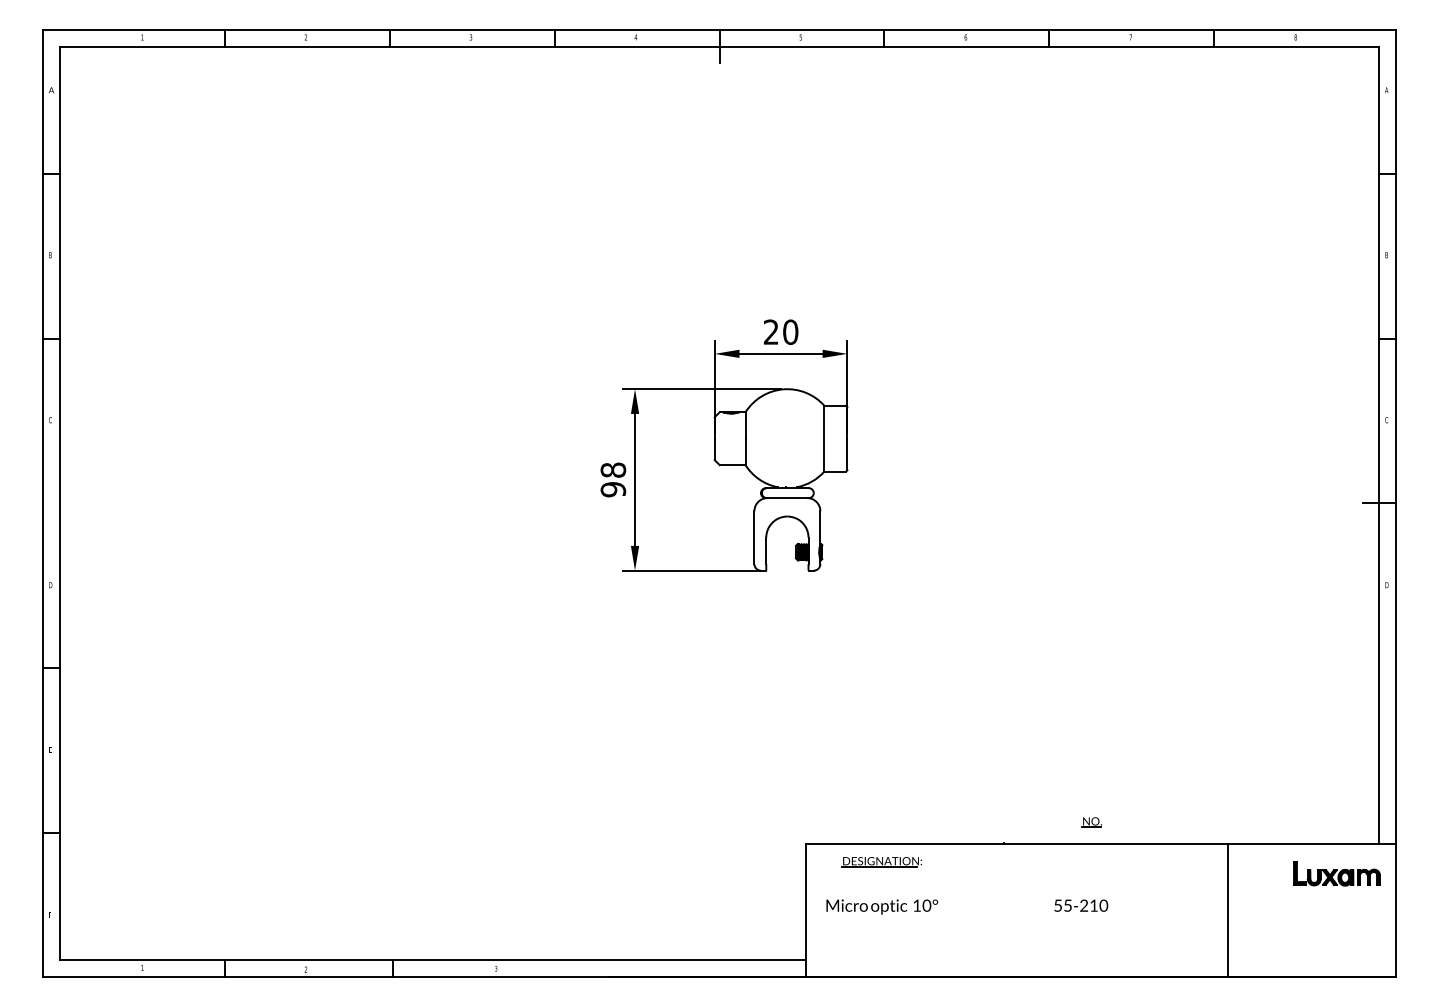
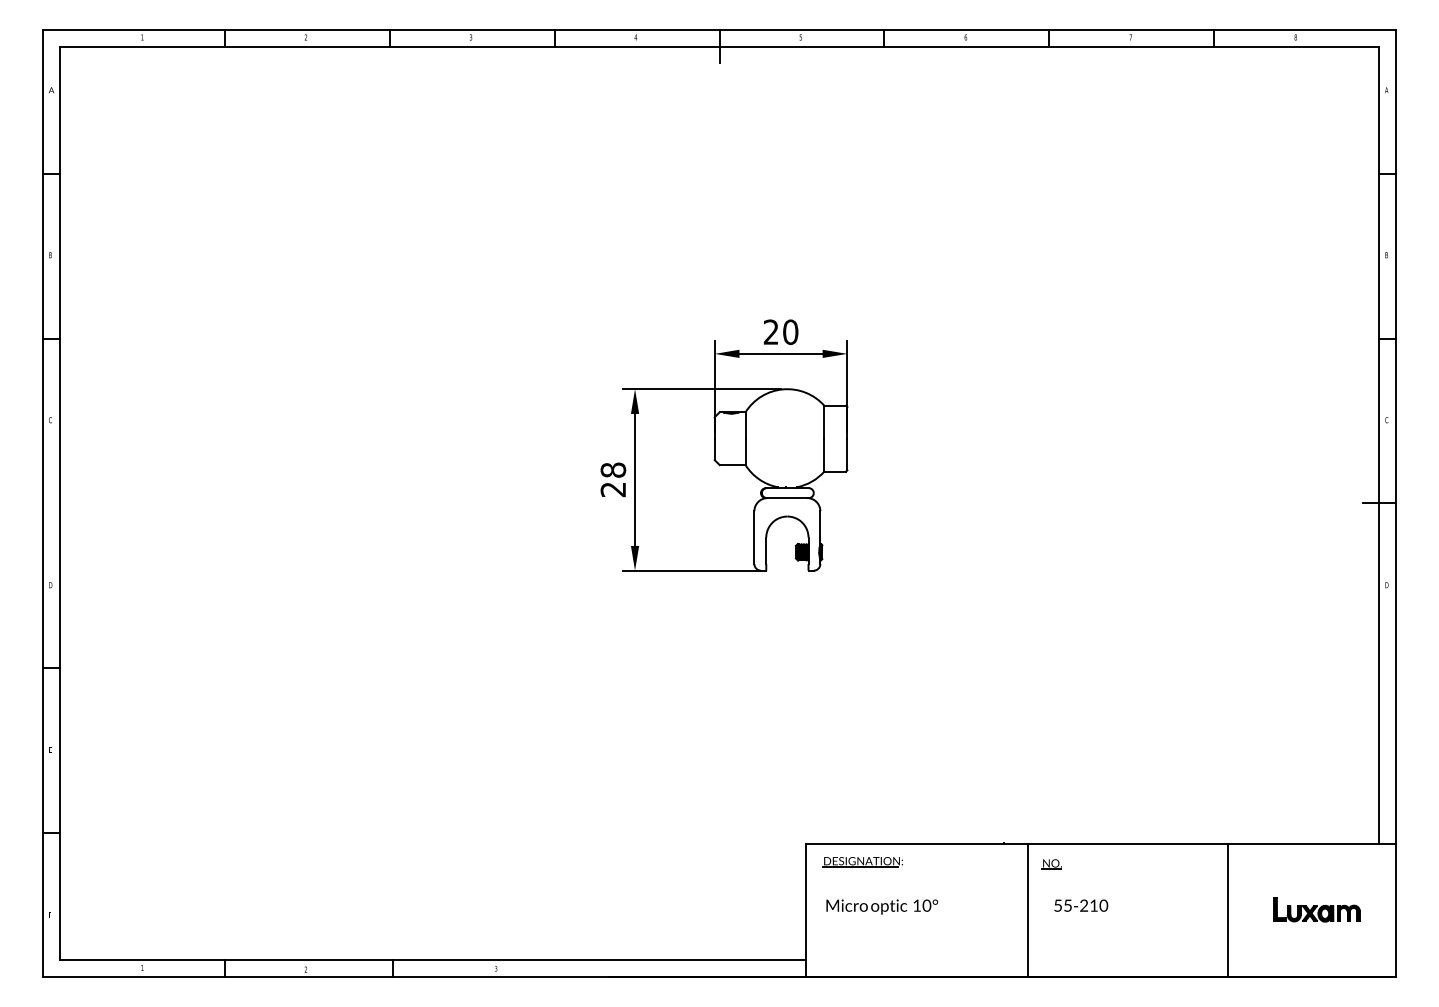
text at (613, 489): 98 -> 28
part at (1091, 822) position: (1091, 822) -> (1051, 864)
part at (881, 862) position: (881, 862) -> (862, 862)
part at (1336, 873) position: (1336, 873) -> (1316, 909)
line at (1027, 909): none -> present
